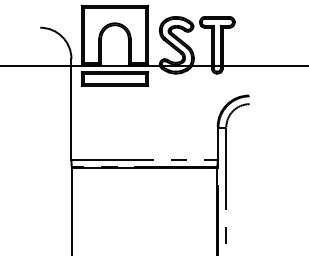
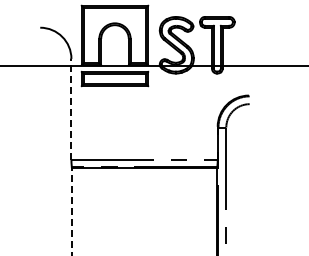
line at (71, 108): solid -> dashed
line at (72, 211): solid -> dashed
